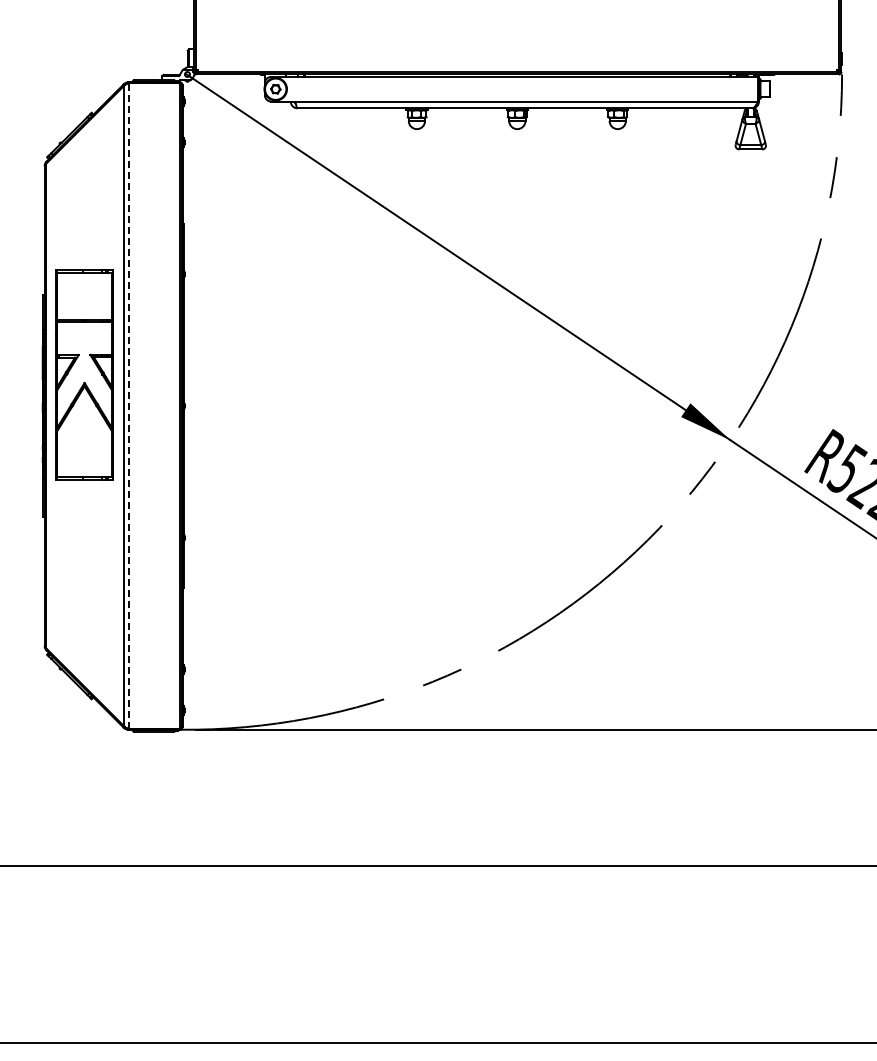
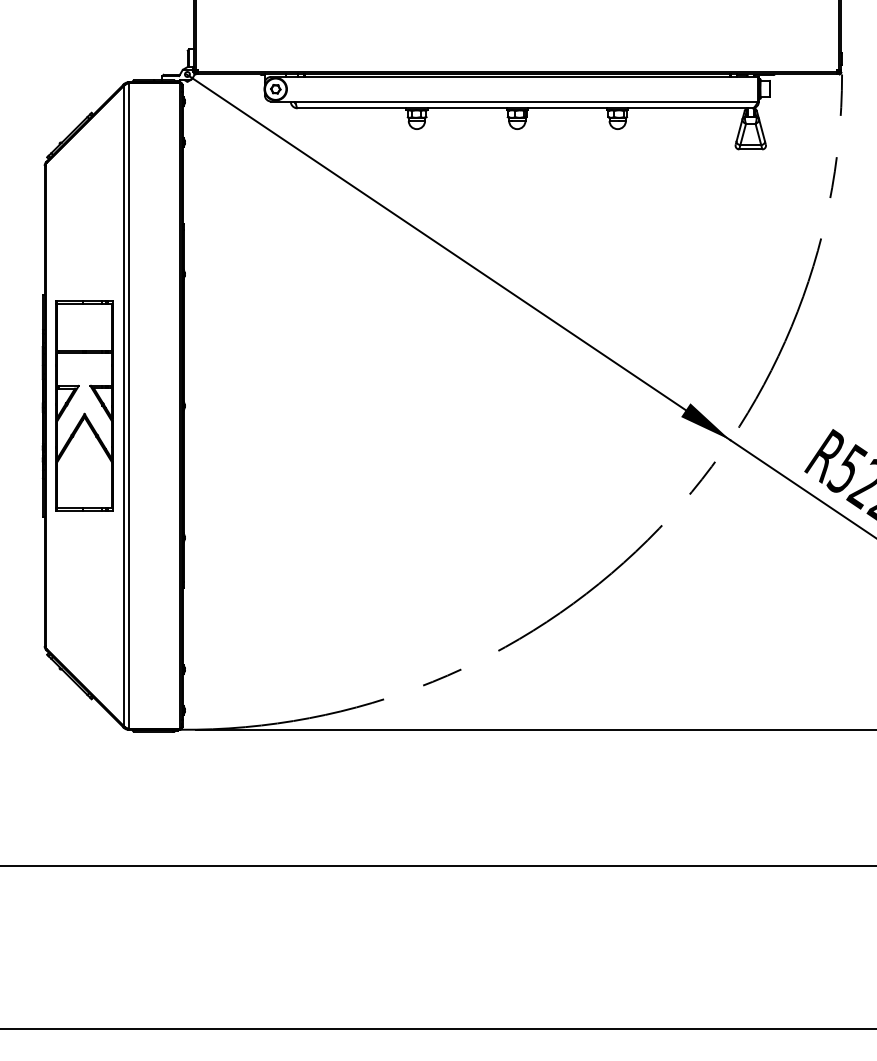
part at (84, 374) position: (84, 374) -> (84, 405)
line at (128, 406): dashed -> solid
line at (437, 1043) position: (437, 1043) -> (437, 1029)
